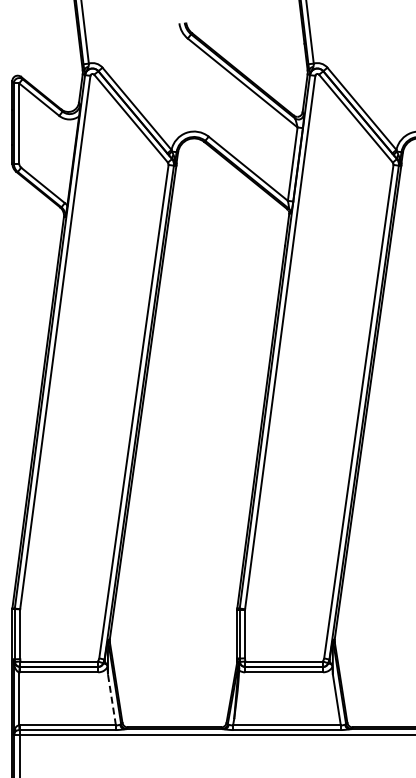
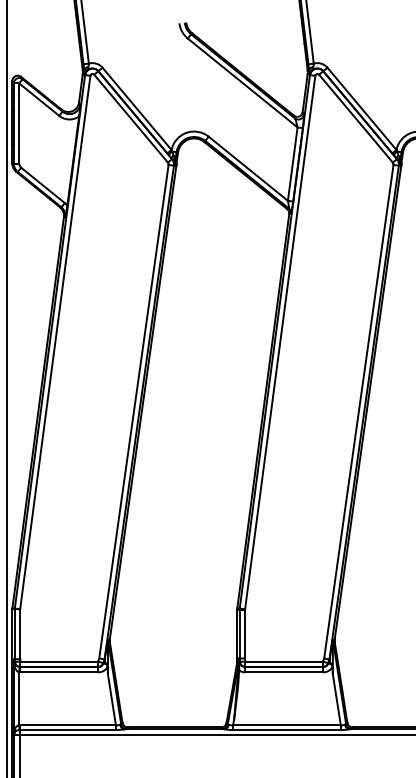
line at (6, 388): none -> present
line at (111, 699): dashed -> solid
